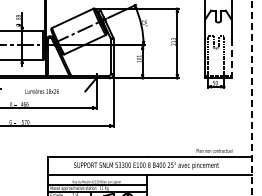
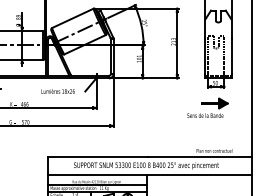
line at (231, 57): dashed -> solid
text at (41, 91) position: (41, 91) -> (57, 91)
line at (251, 97): dashed -> solid
part at (207, 107): none -> present
